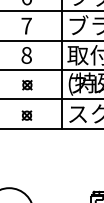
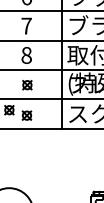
part at (9, 110): none -> present
